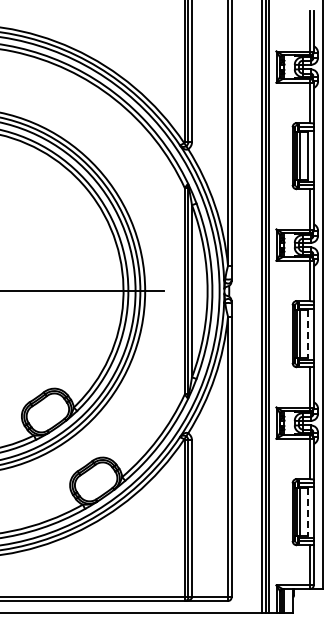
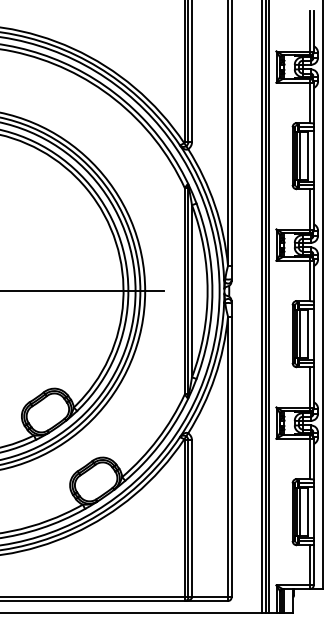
line at (308, 334): dashed -> solid
line at (308, 512): dashed -> solid
